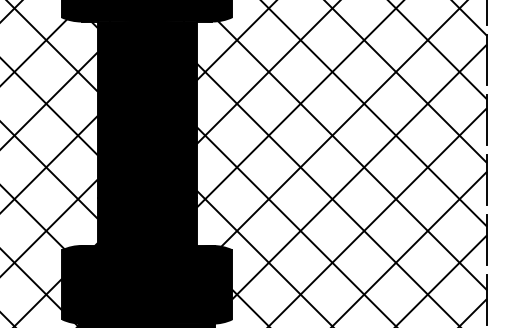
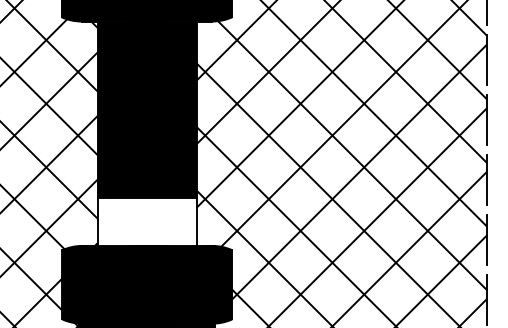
fill at (146, 221): present -> none
